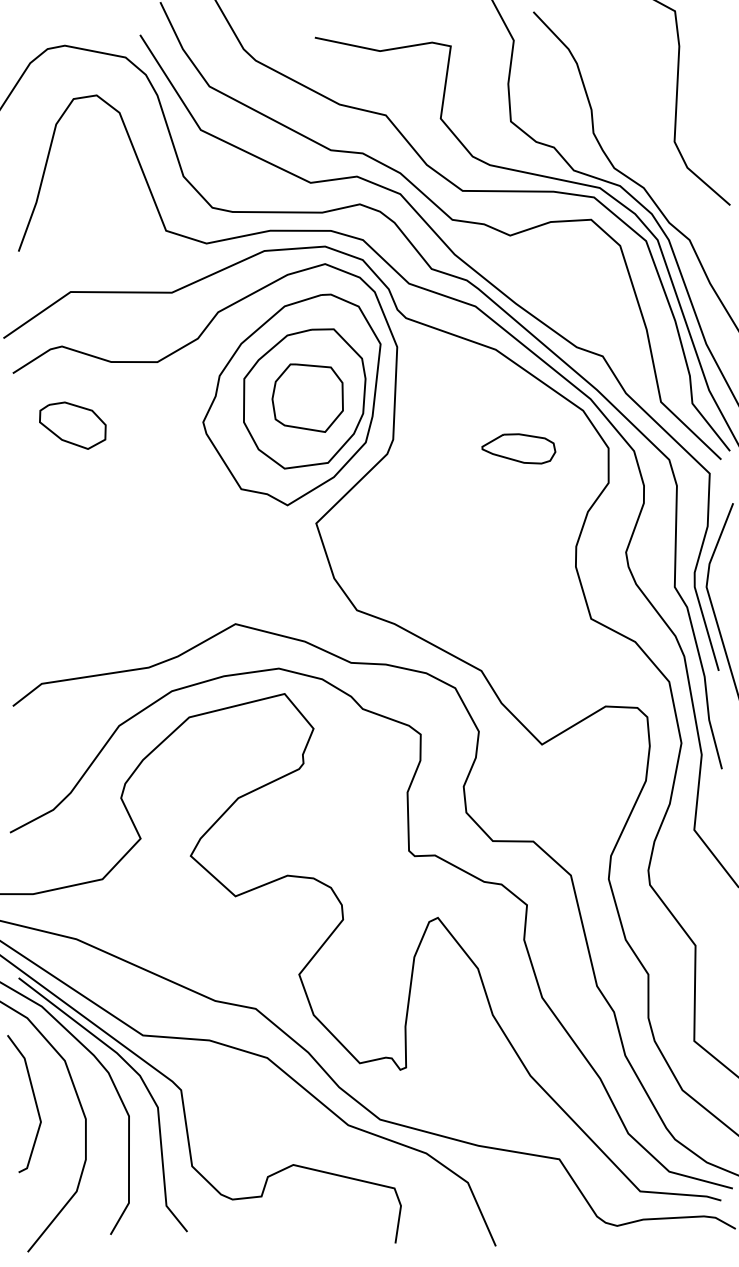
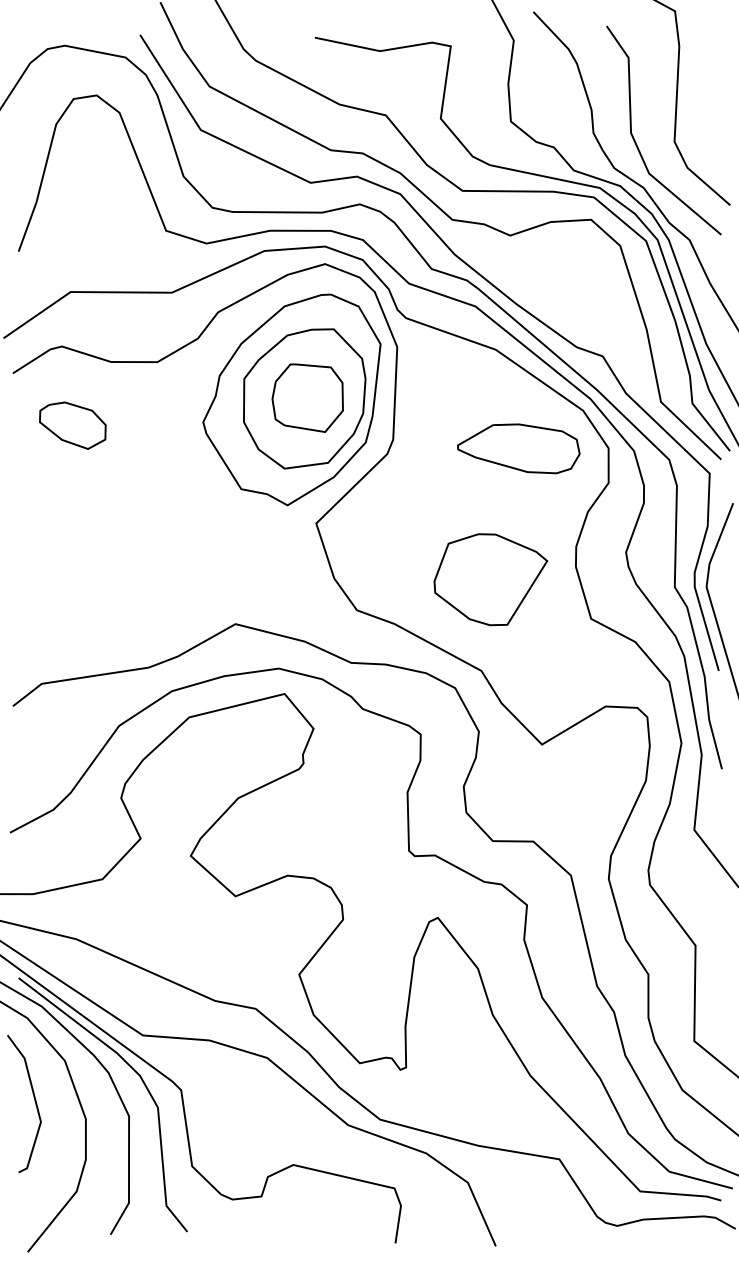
line at (637, 144): none -> present
part at (518, 448) size: 76x32 px -> 124x52 px
part at (490, 579): none -> present
